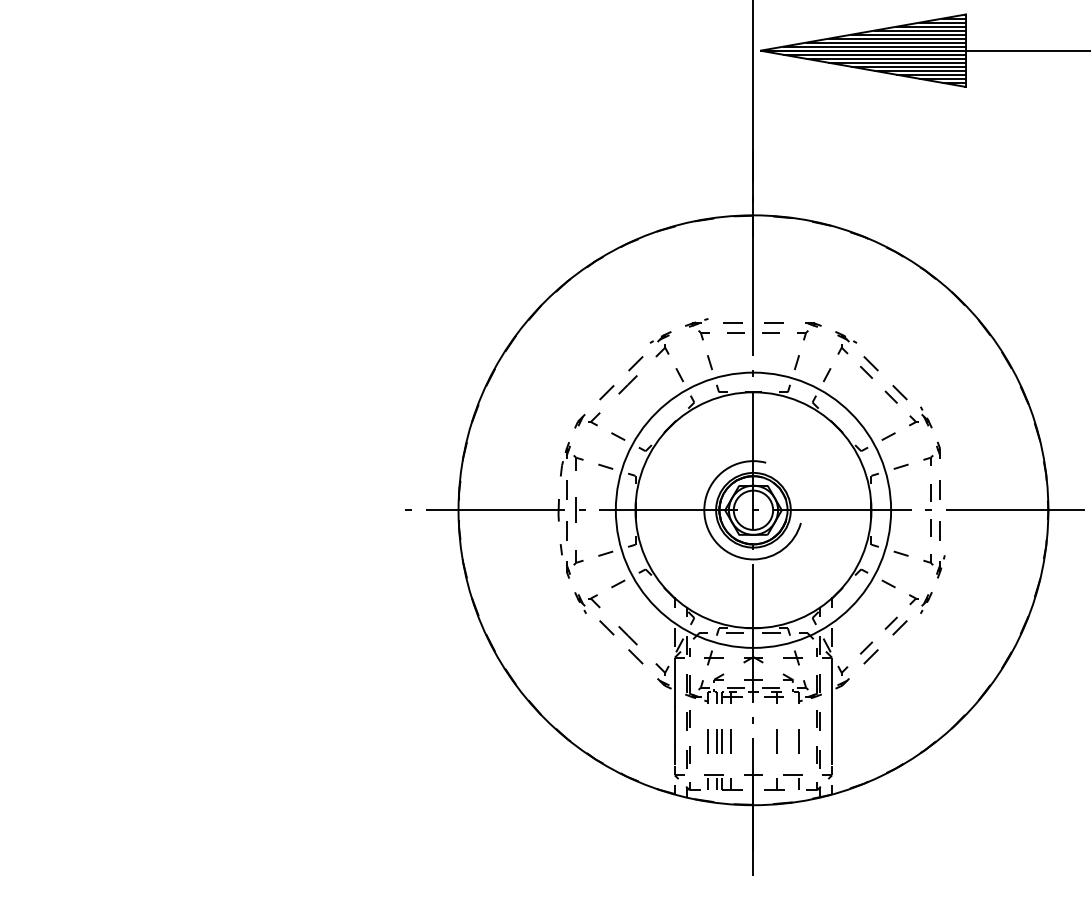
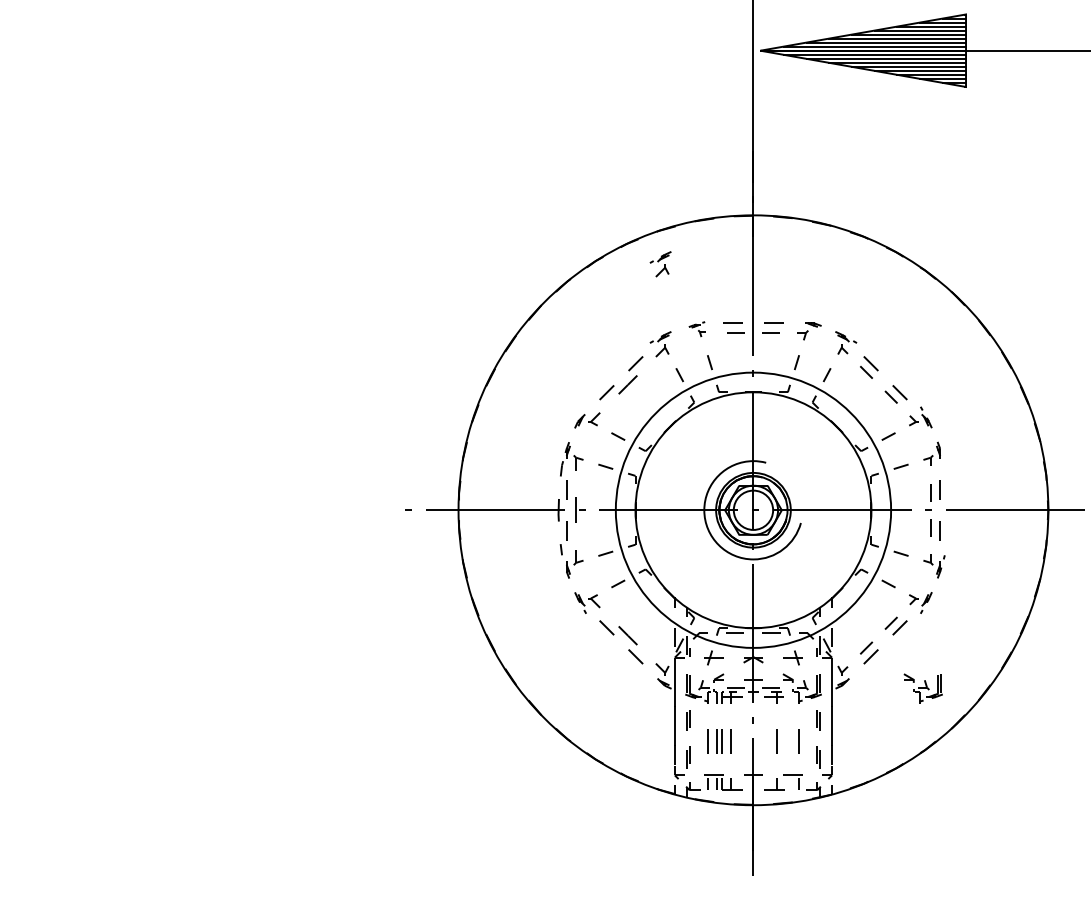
part at (660, 264): none -> present
part at (697, 329) size: 25x23 px -> 18x17 px
part at (922, 688): none -> present
